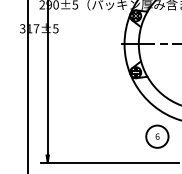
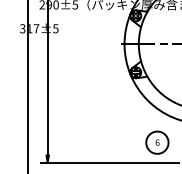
part at (157, 136) position: (157, 136) -> (157, 142)
